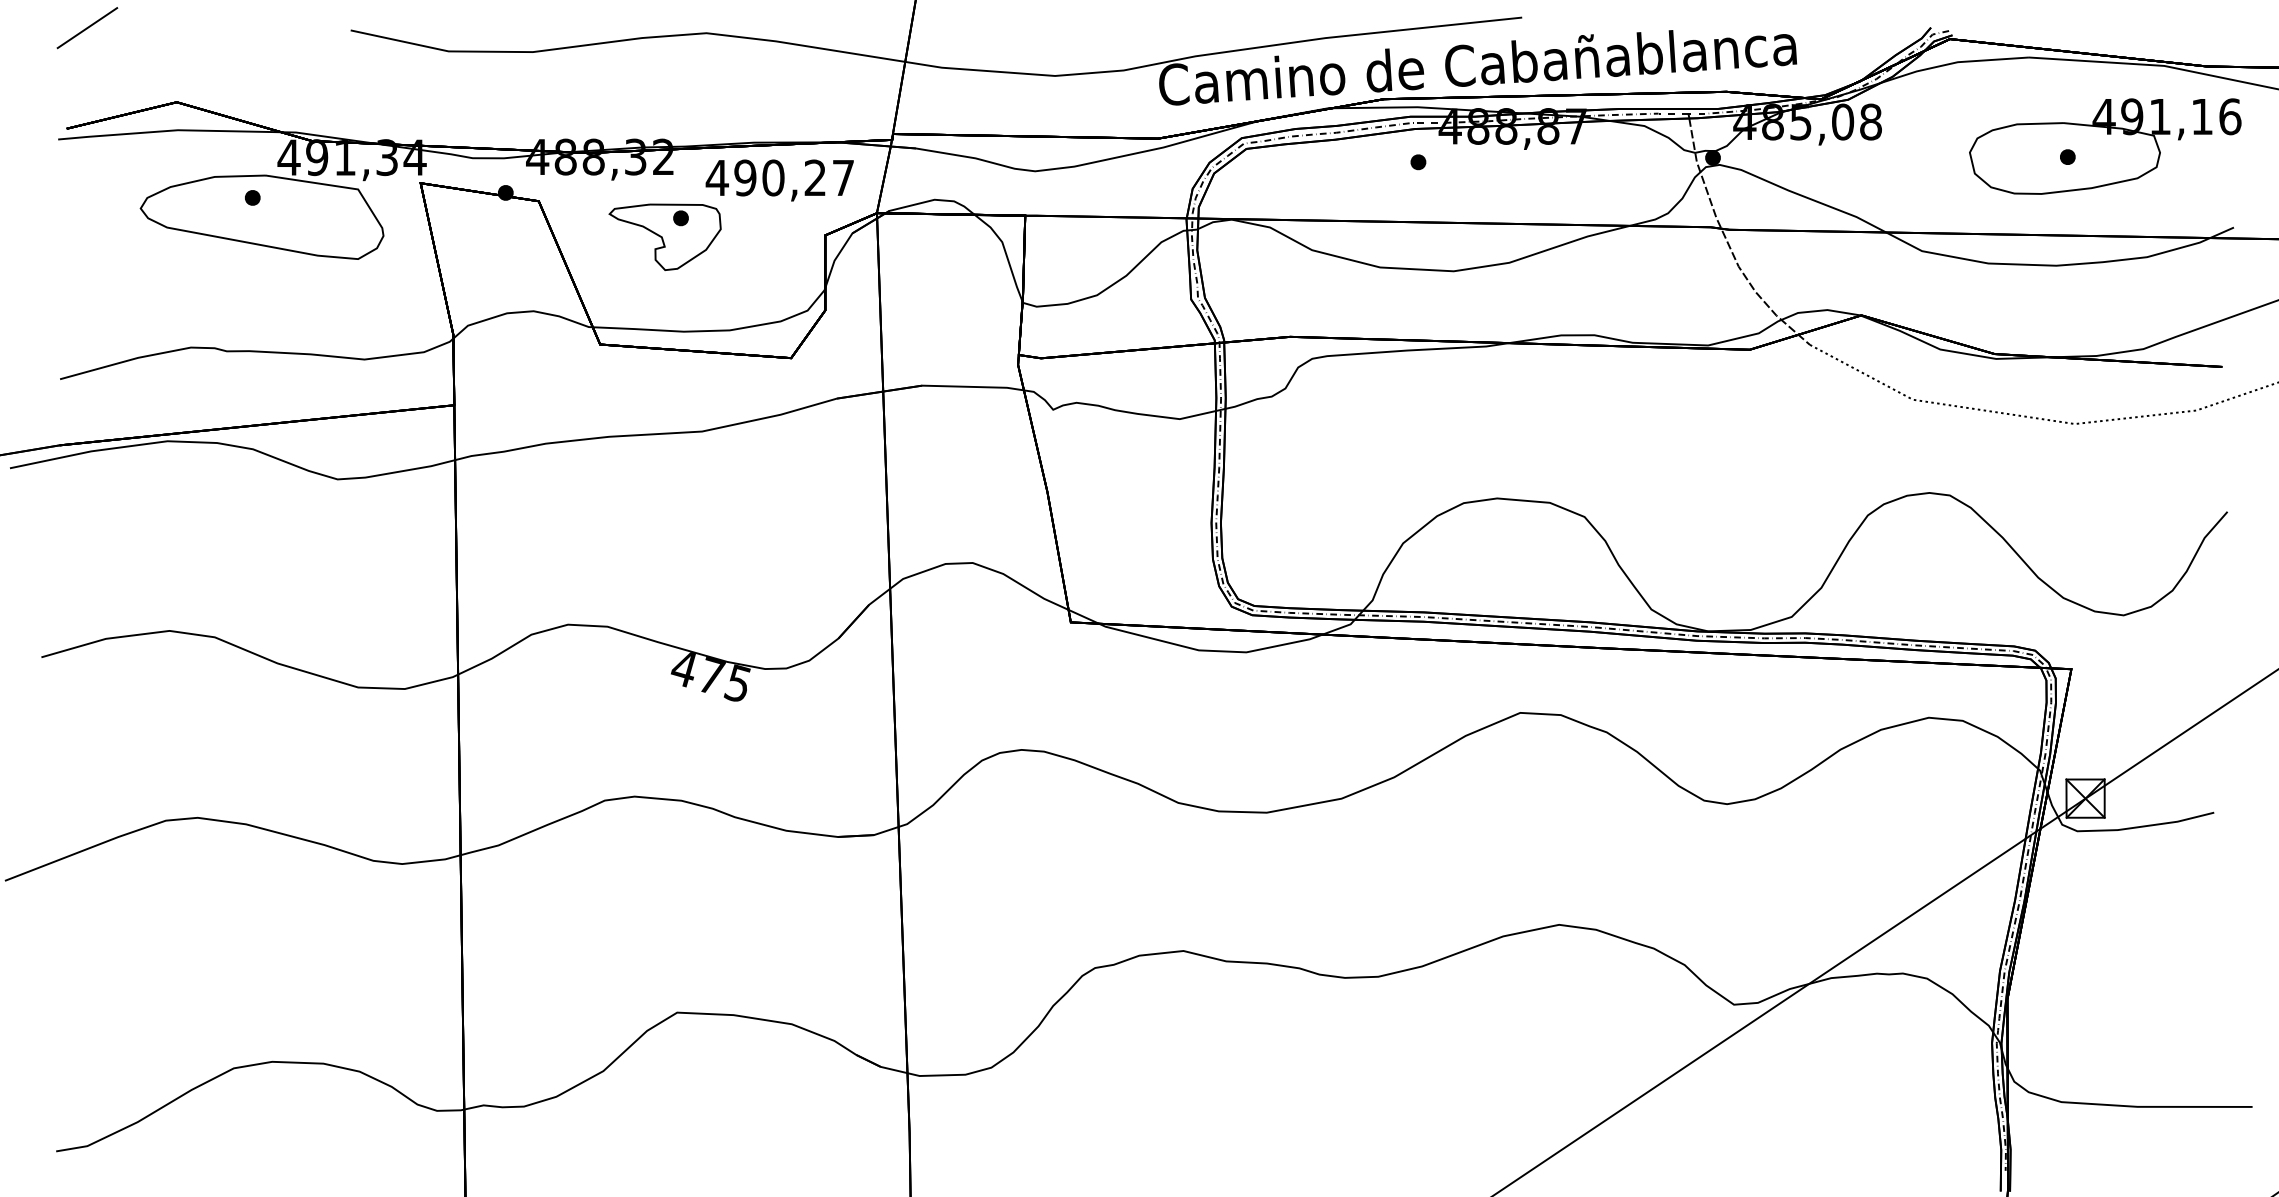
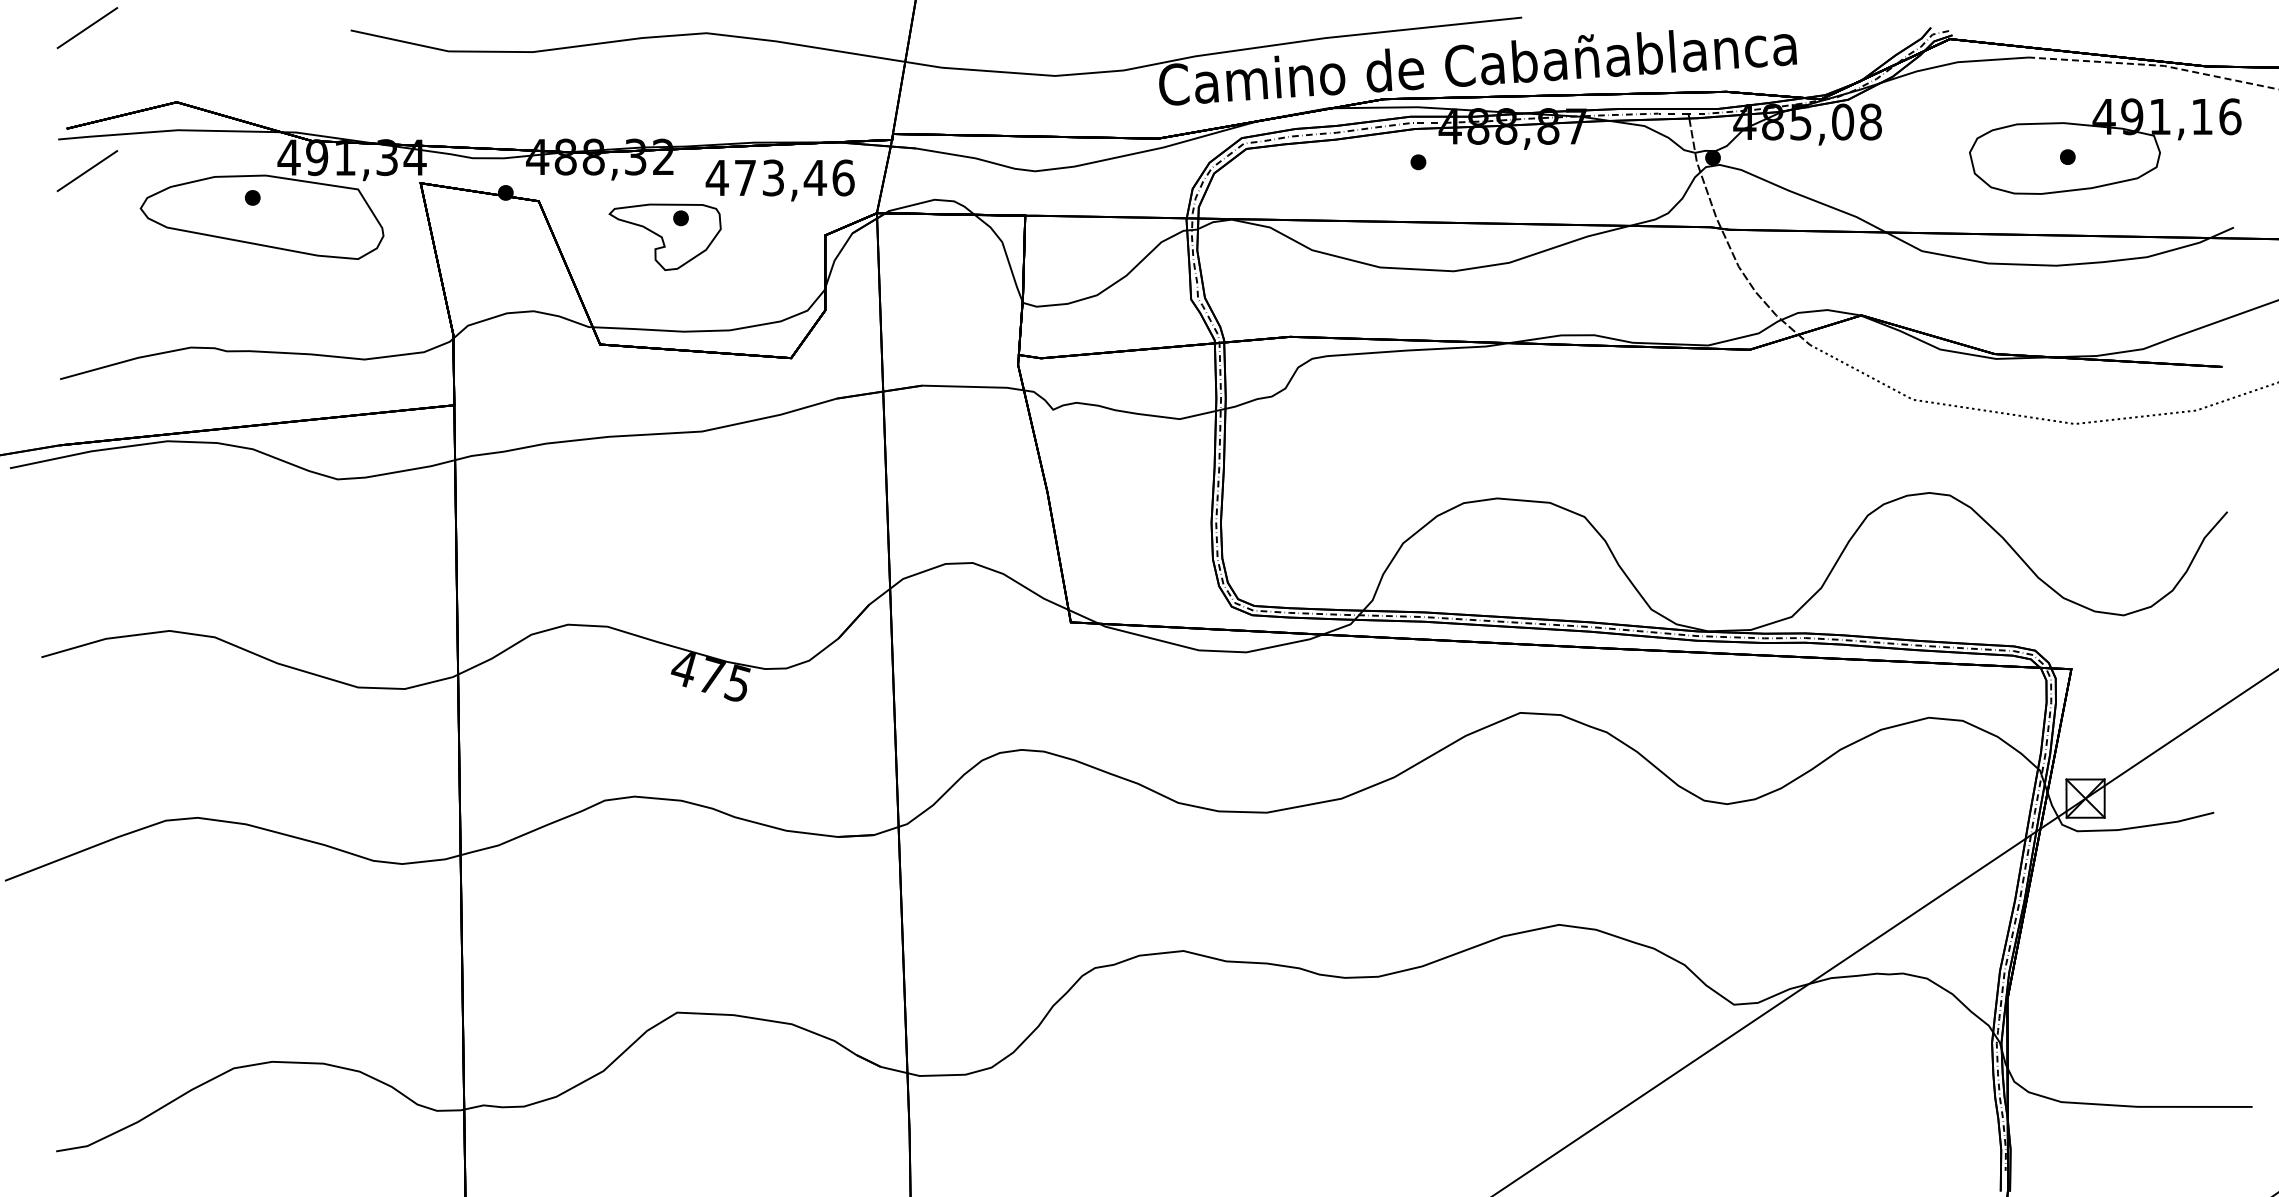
line at (2155, 65): solid -> dashed
line at (87, 171): none -> present
text at (794, 177): 490,27 -> 473,46
